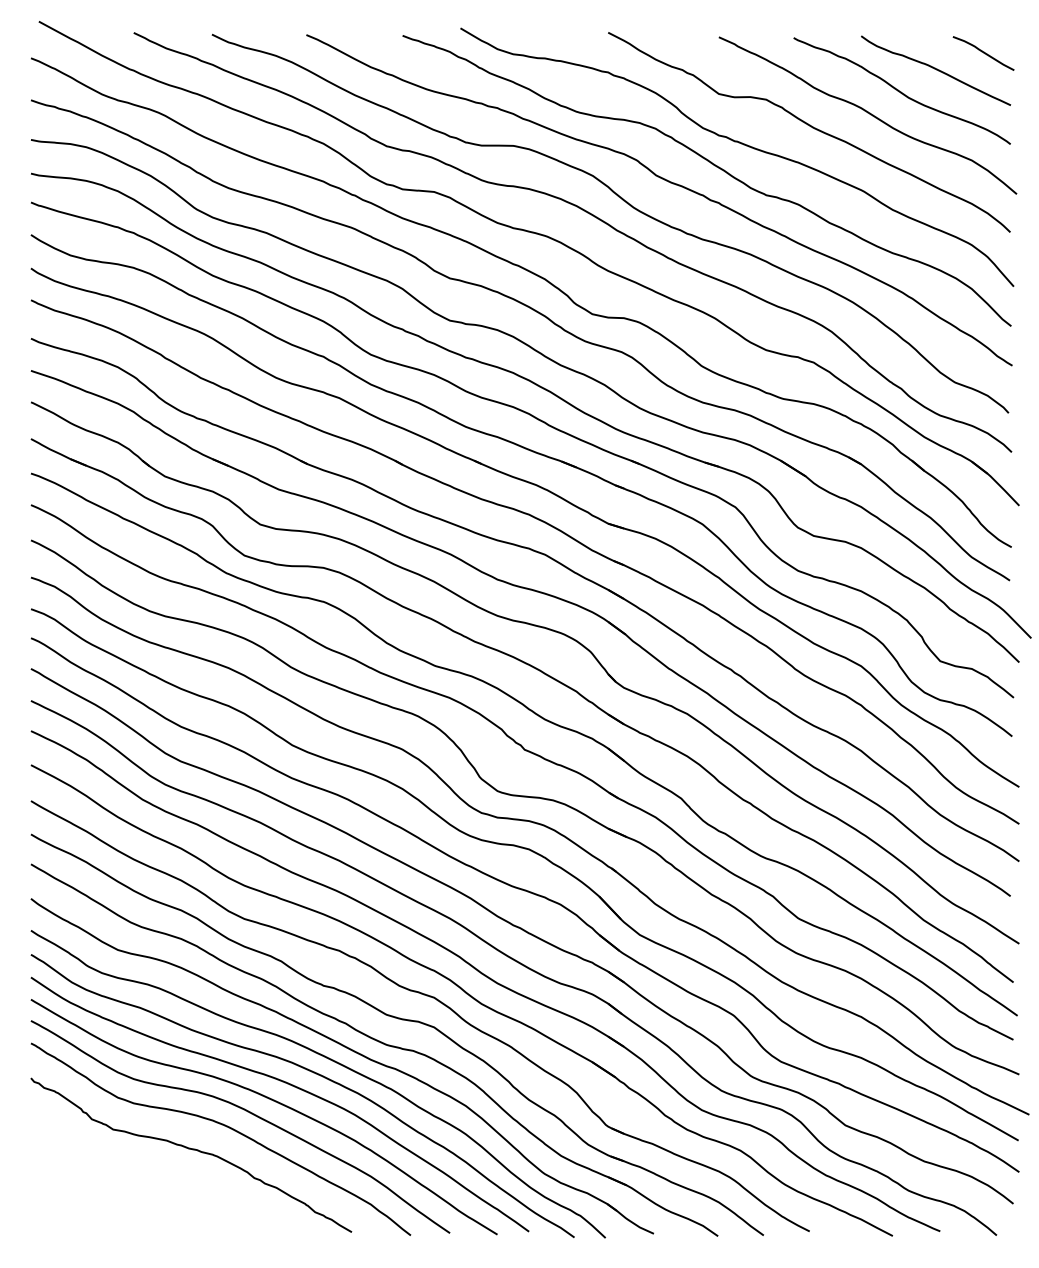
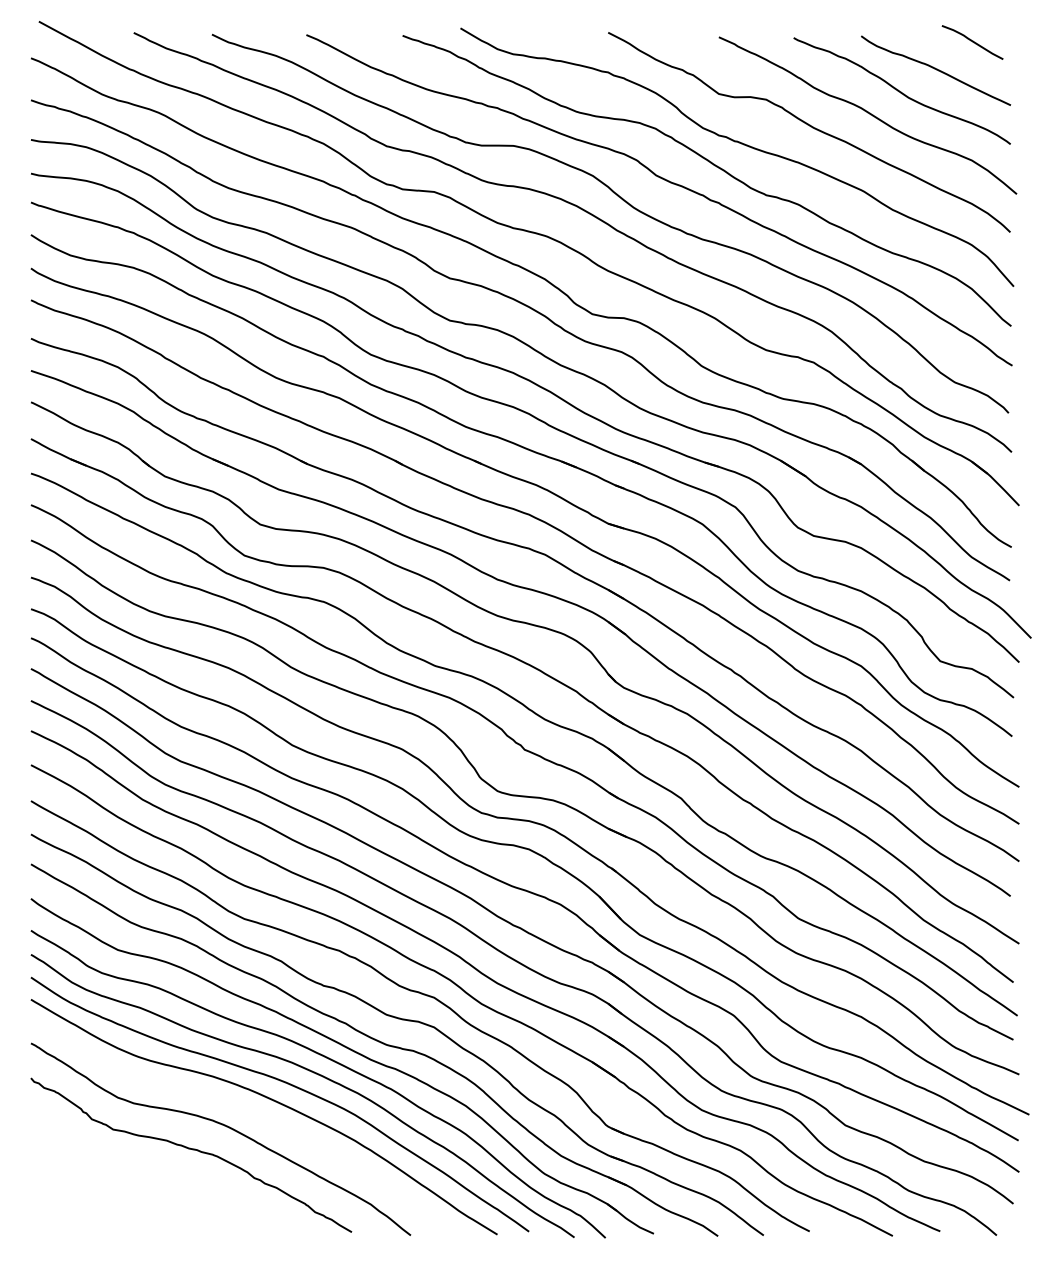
curve at (983, 53) position: (983, 53) -> (972, 42)
curve at (247, 1112): present -> none
